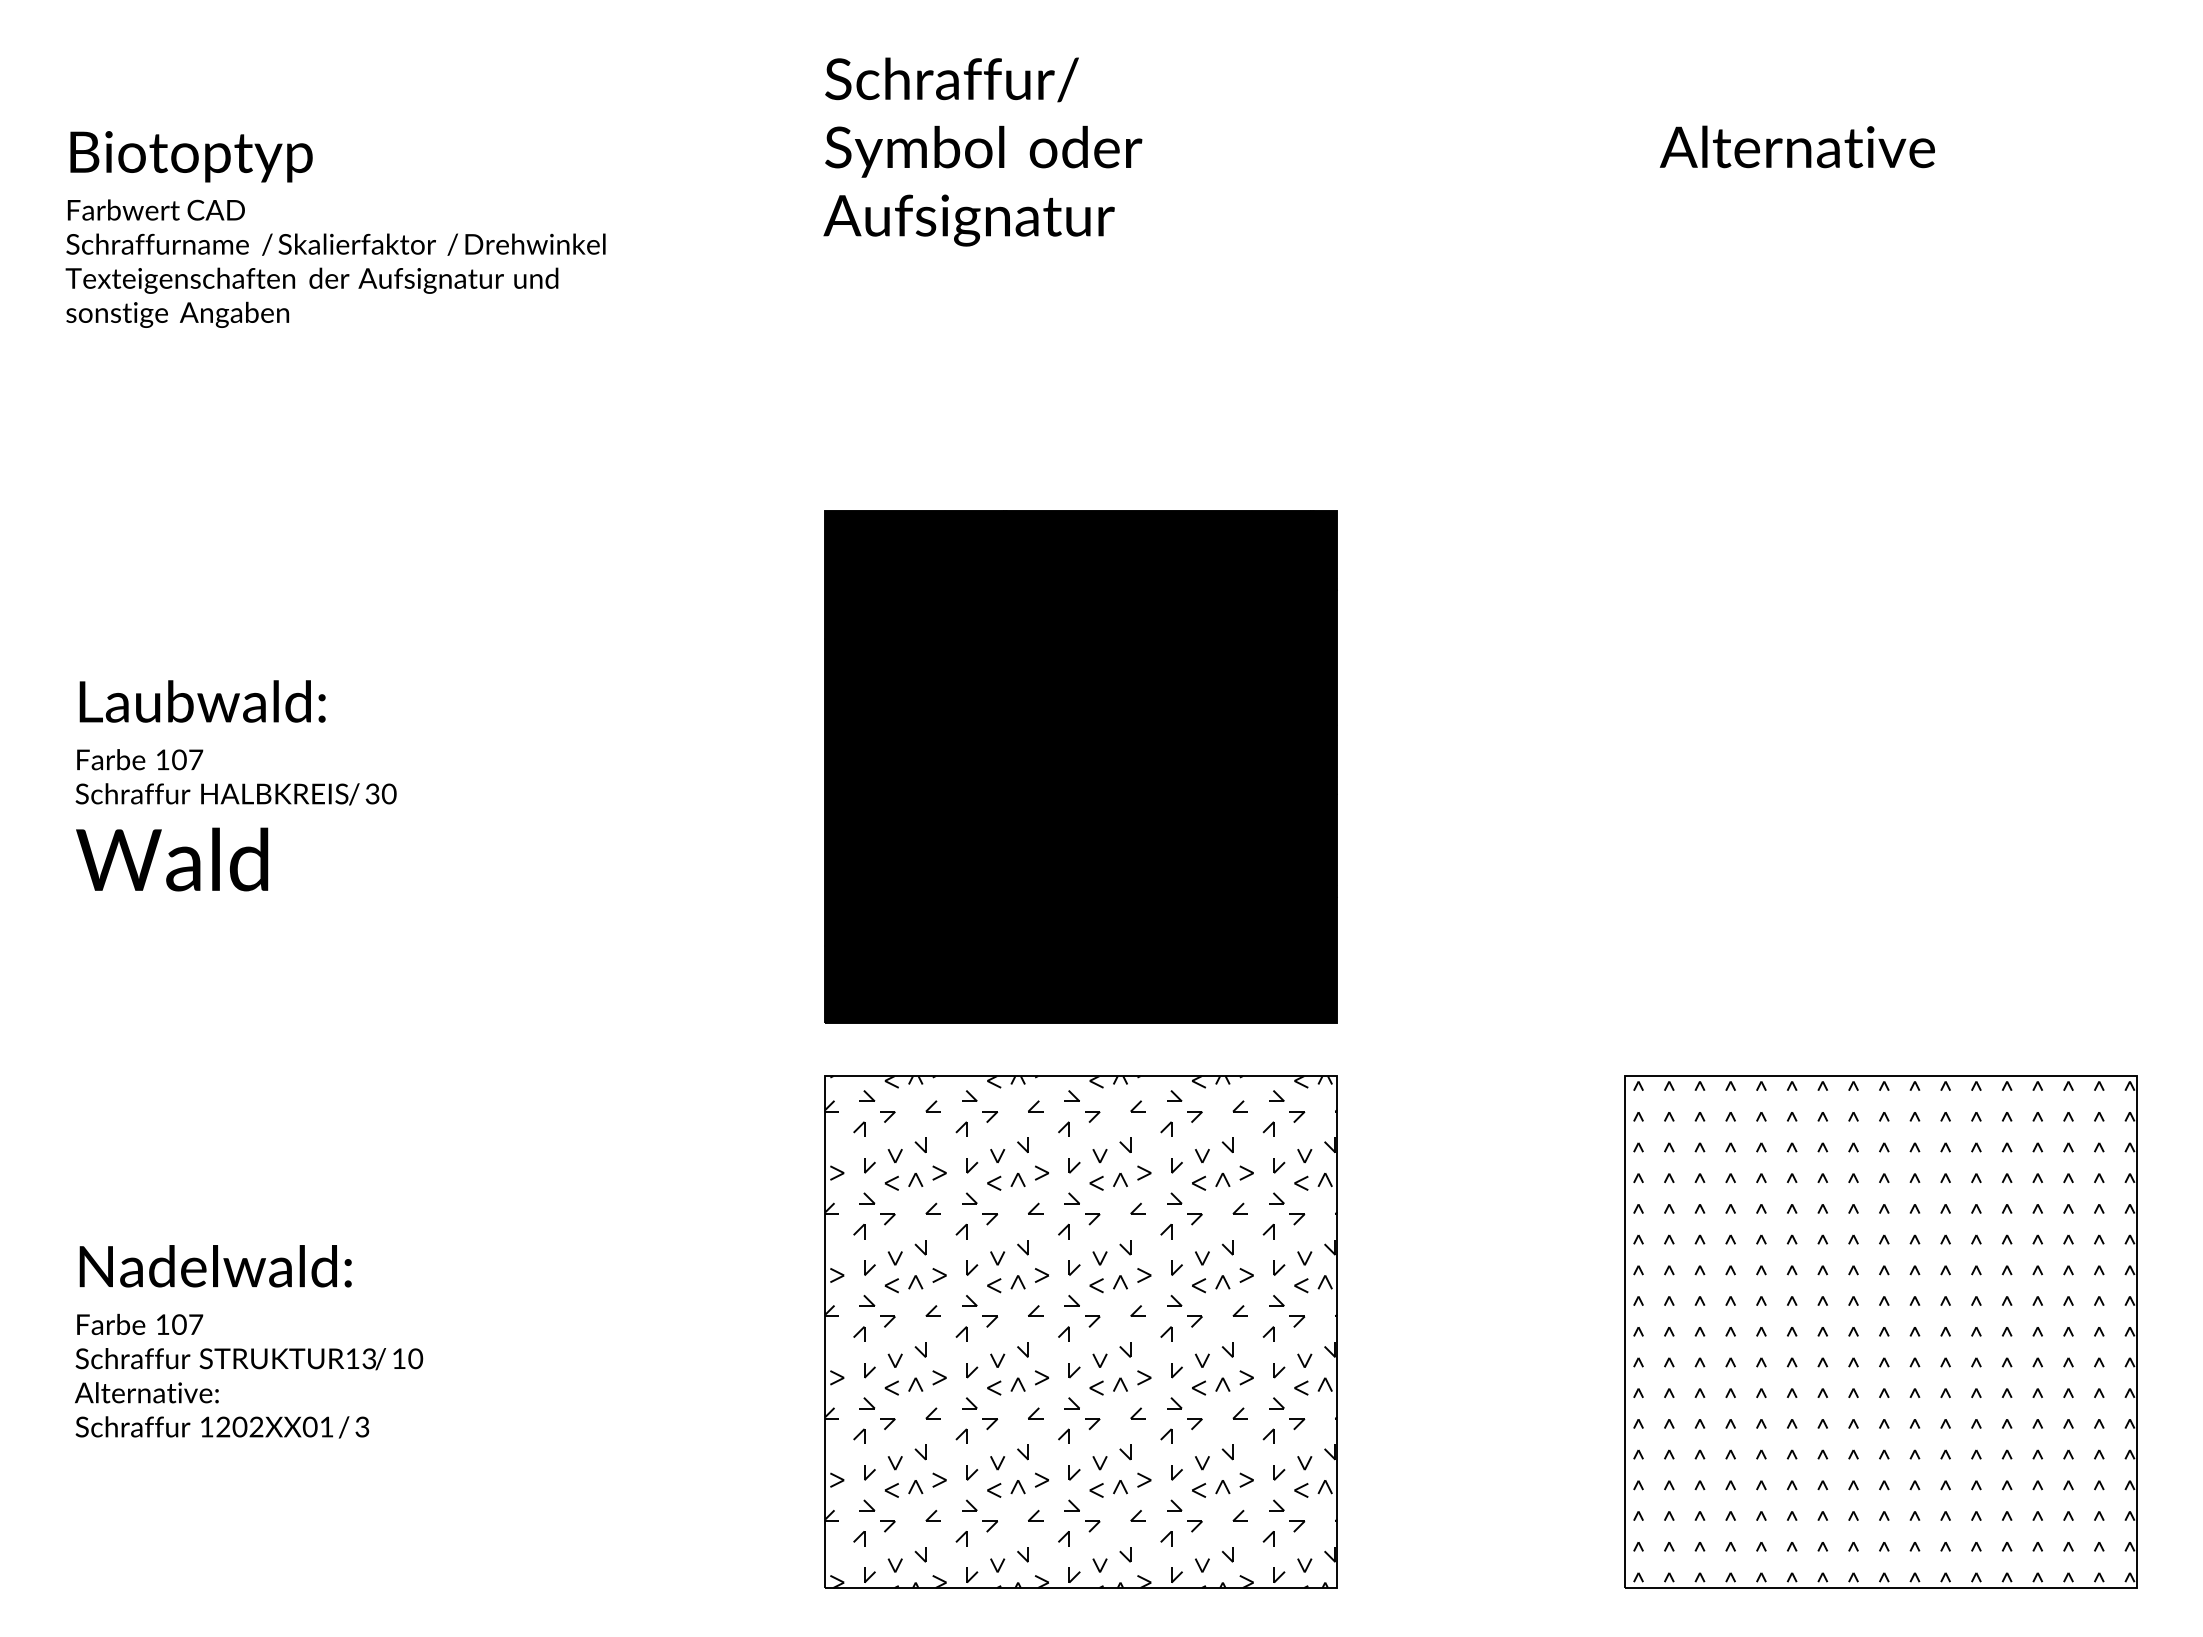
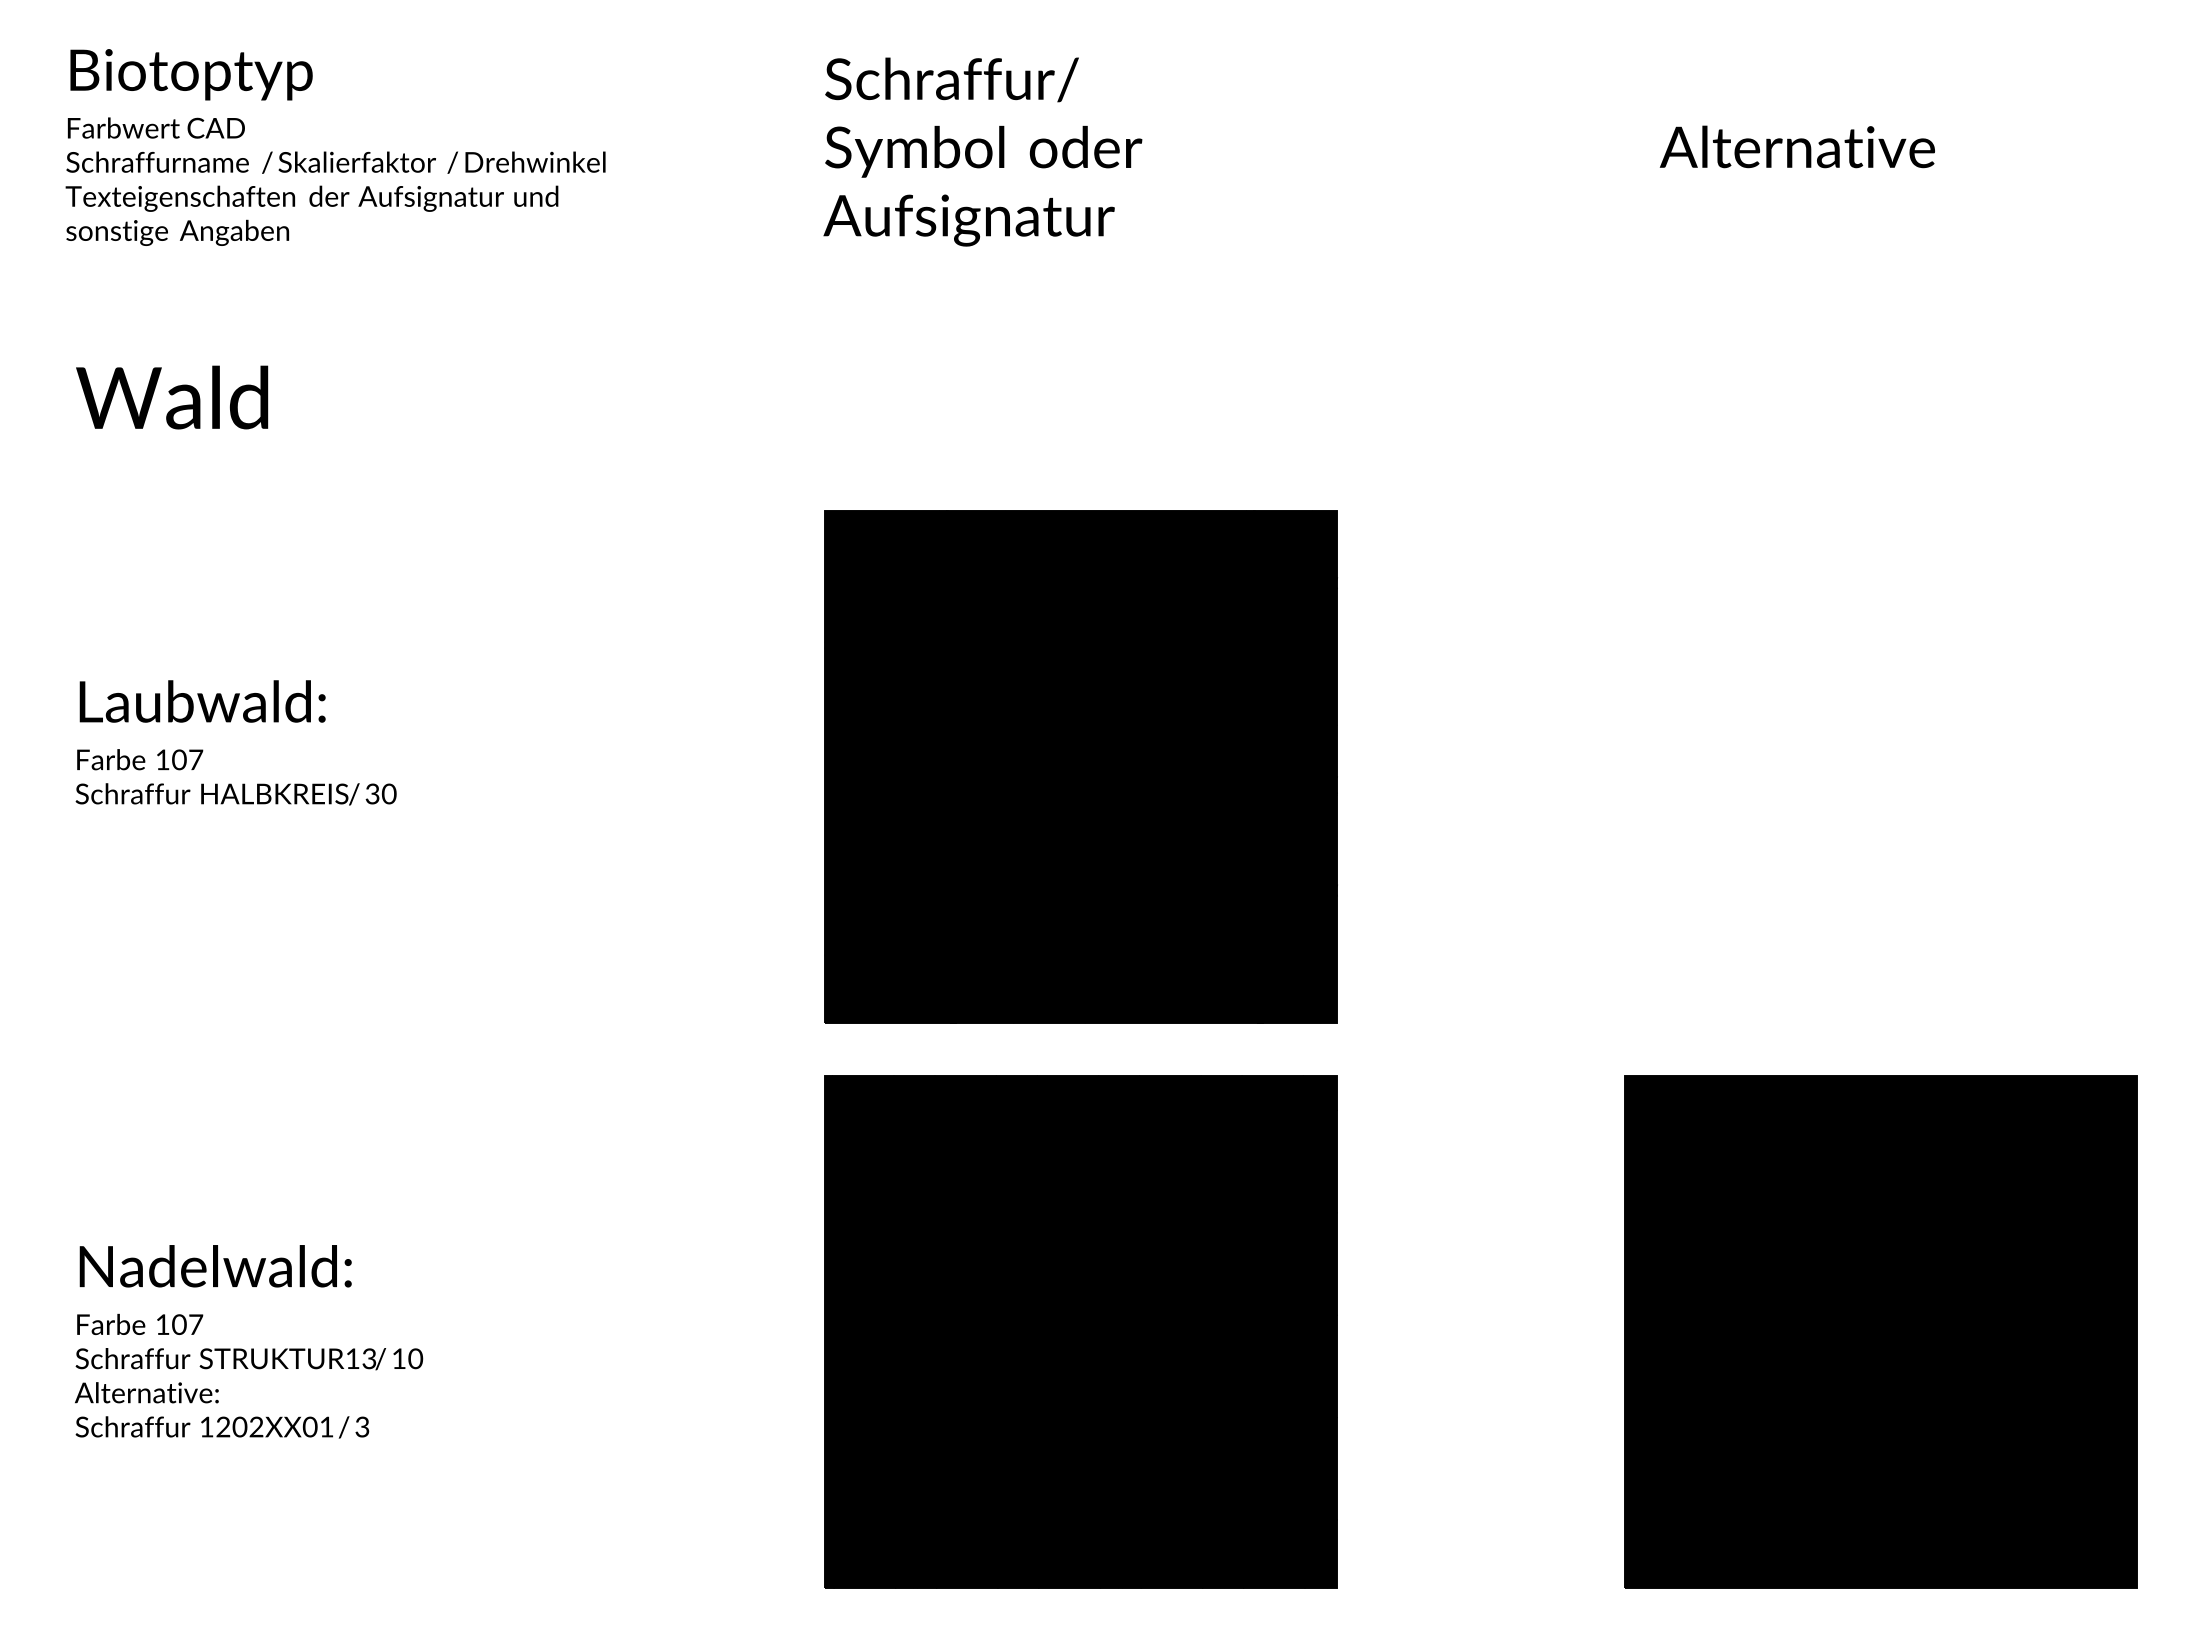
text at (335, 229) position: (335, 229) -> (335, 147)
text at (172, 859) position: (172, 859) -> (172, 397)
fill at (1081, 1331): none -> present
fill at (1880, 1331): none -> present
